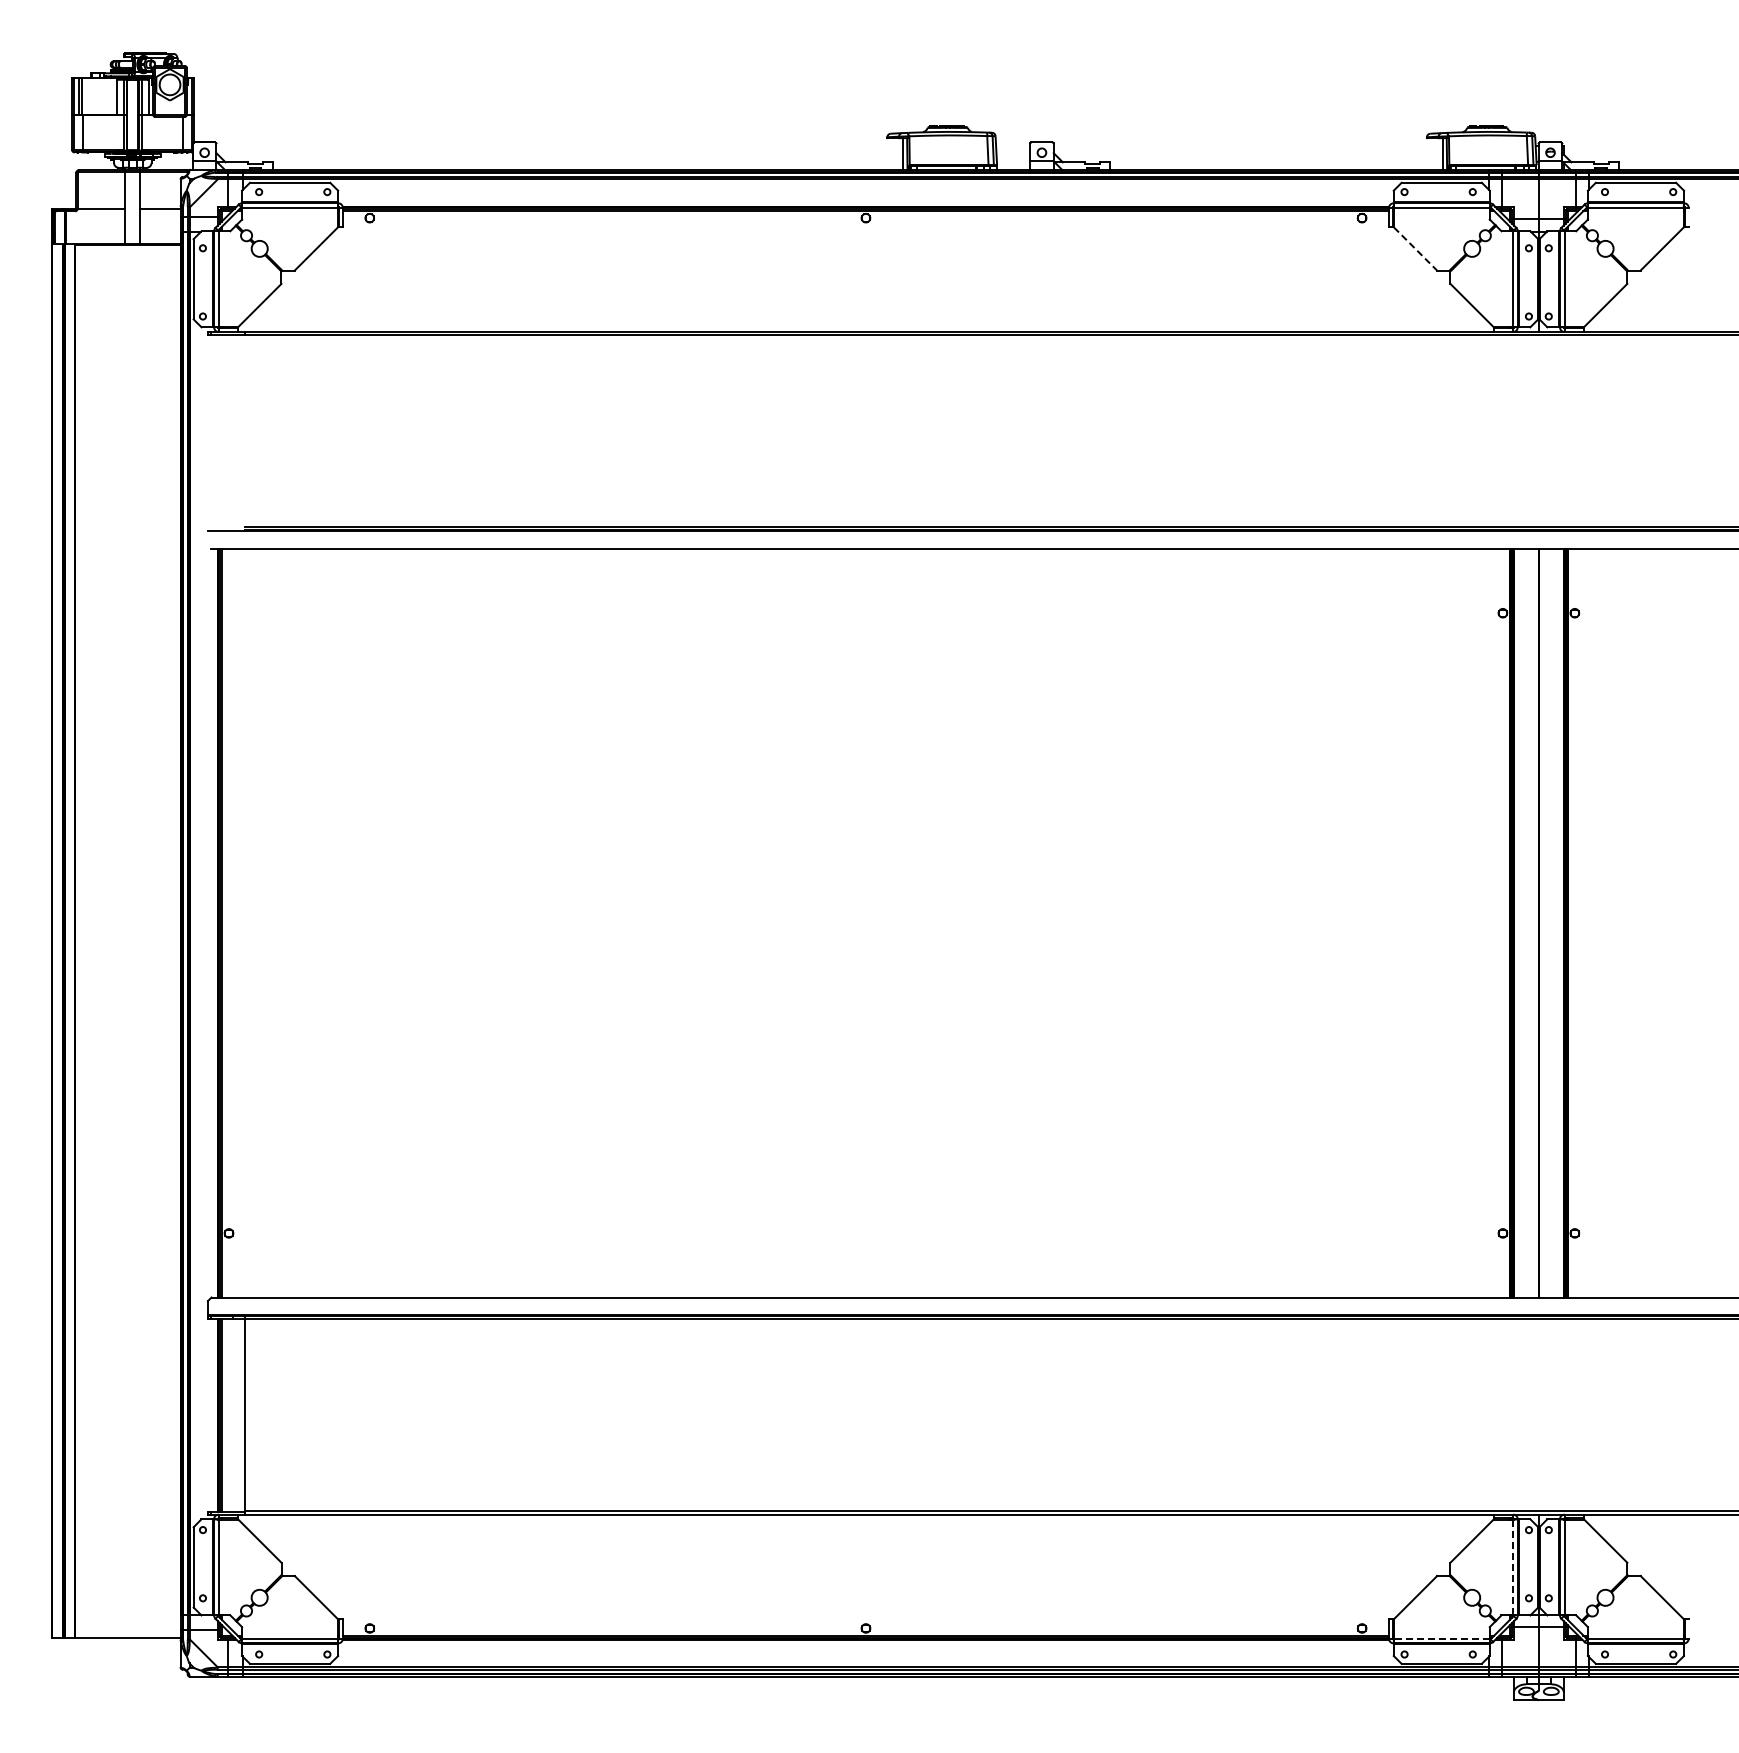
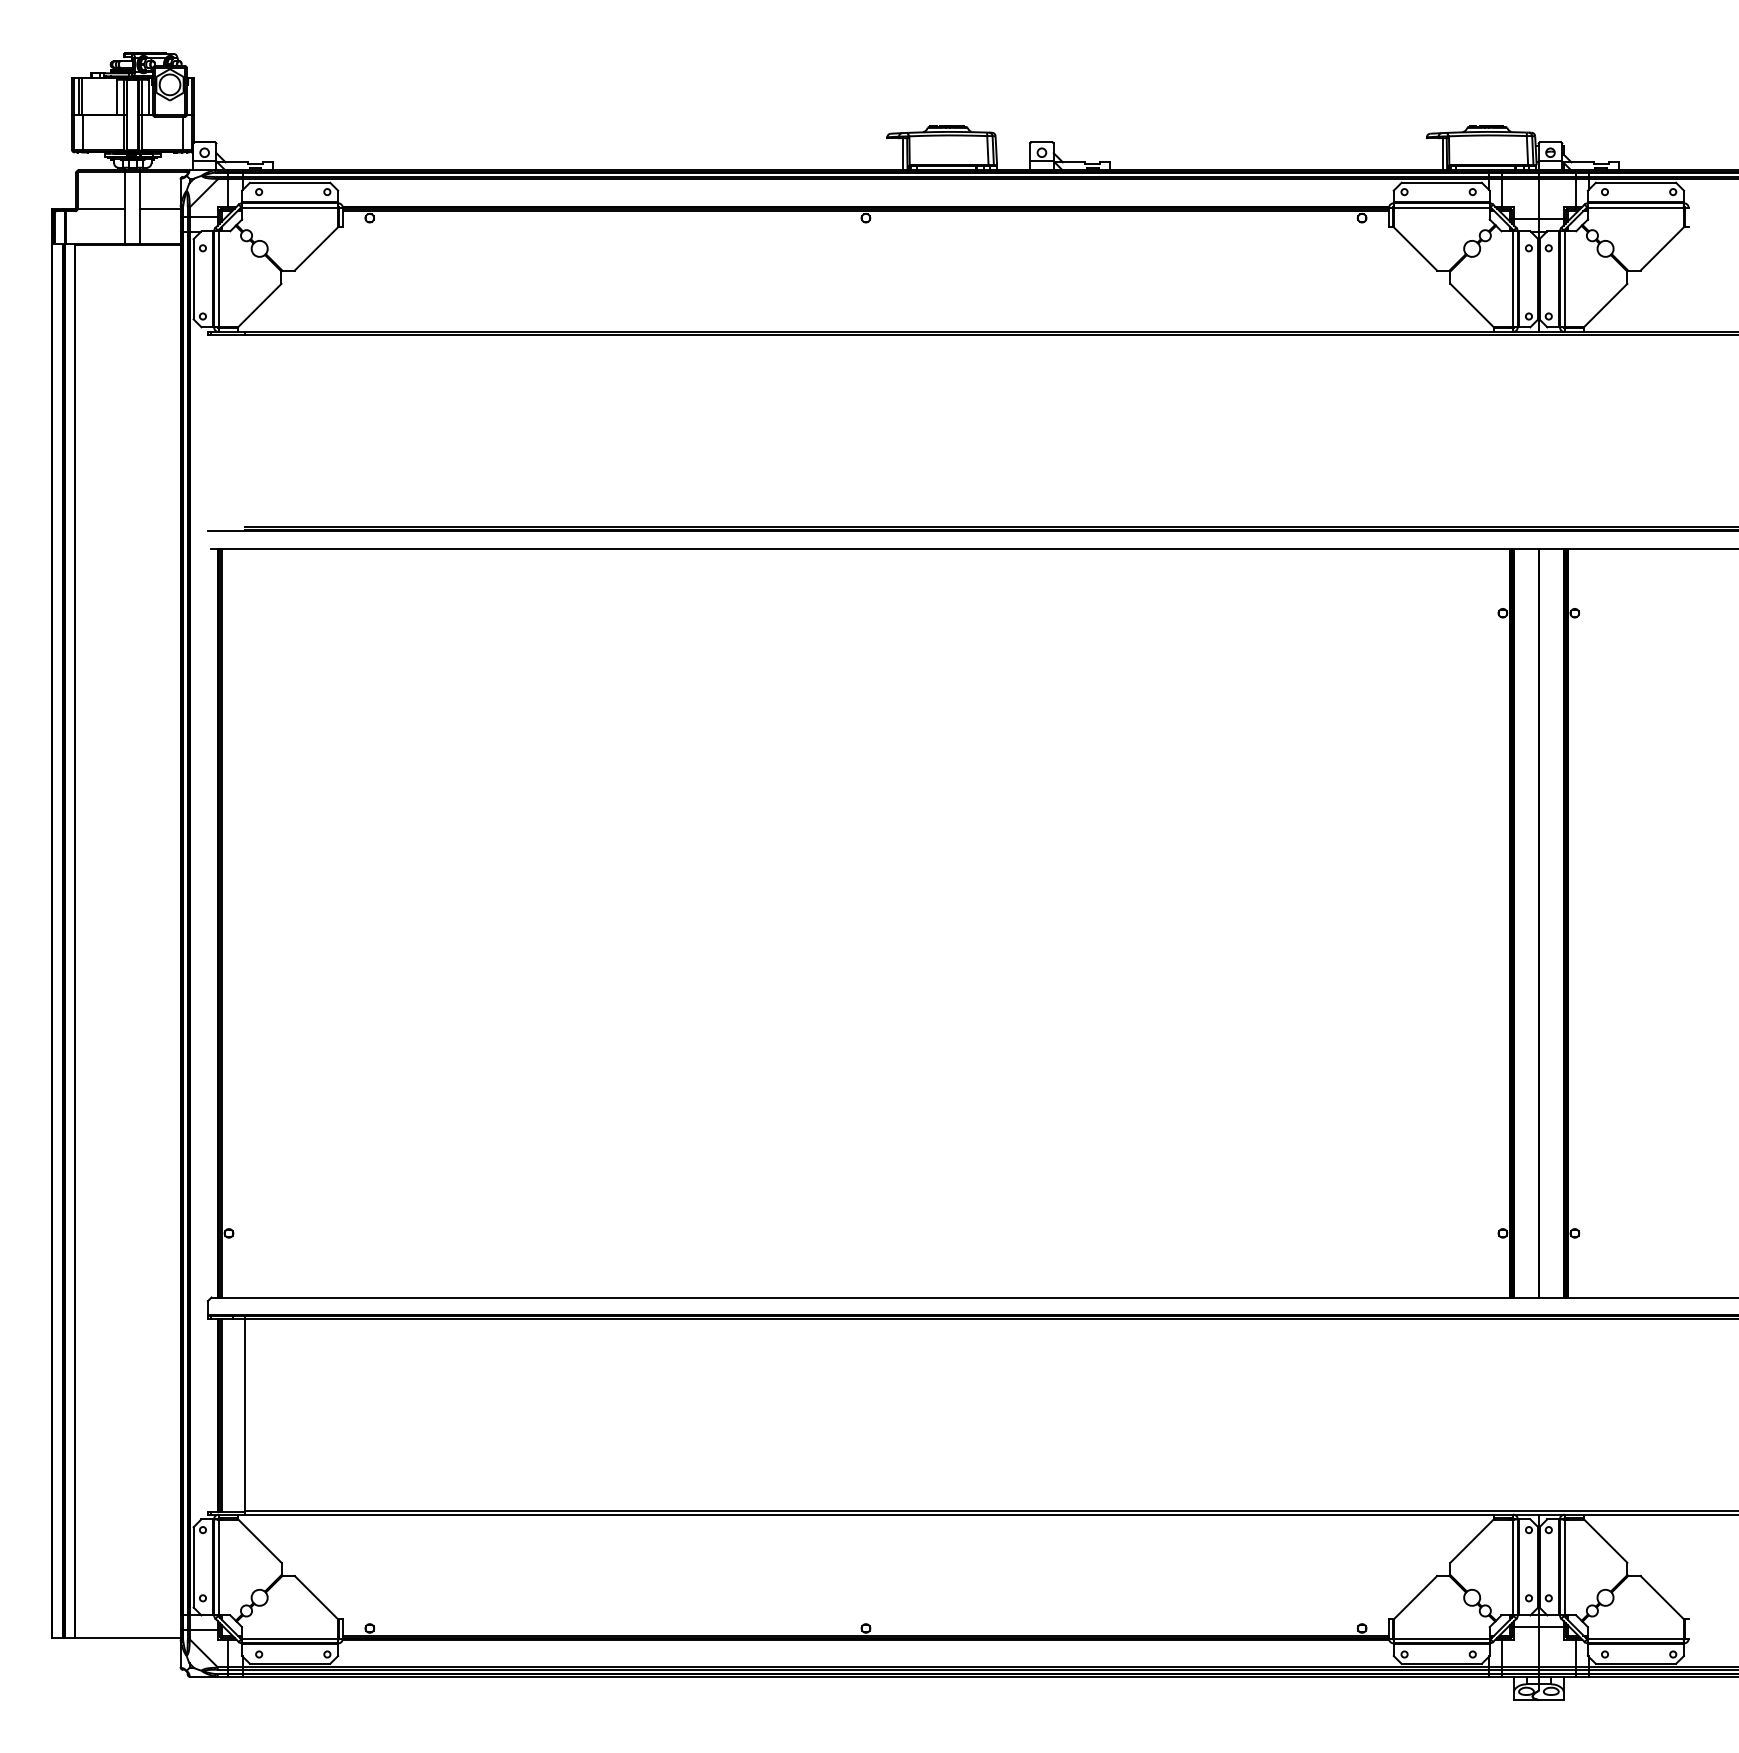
line at (1415, 249): dashed -> solid
line at (1513, 1567): dashed -> solid
line at (1441, 1638): dashed -> solid
